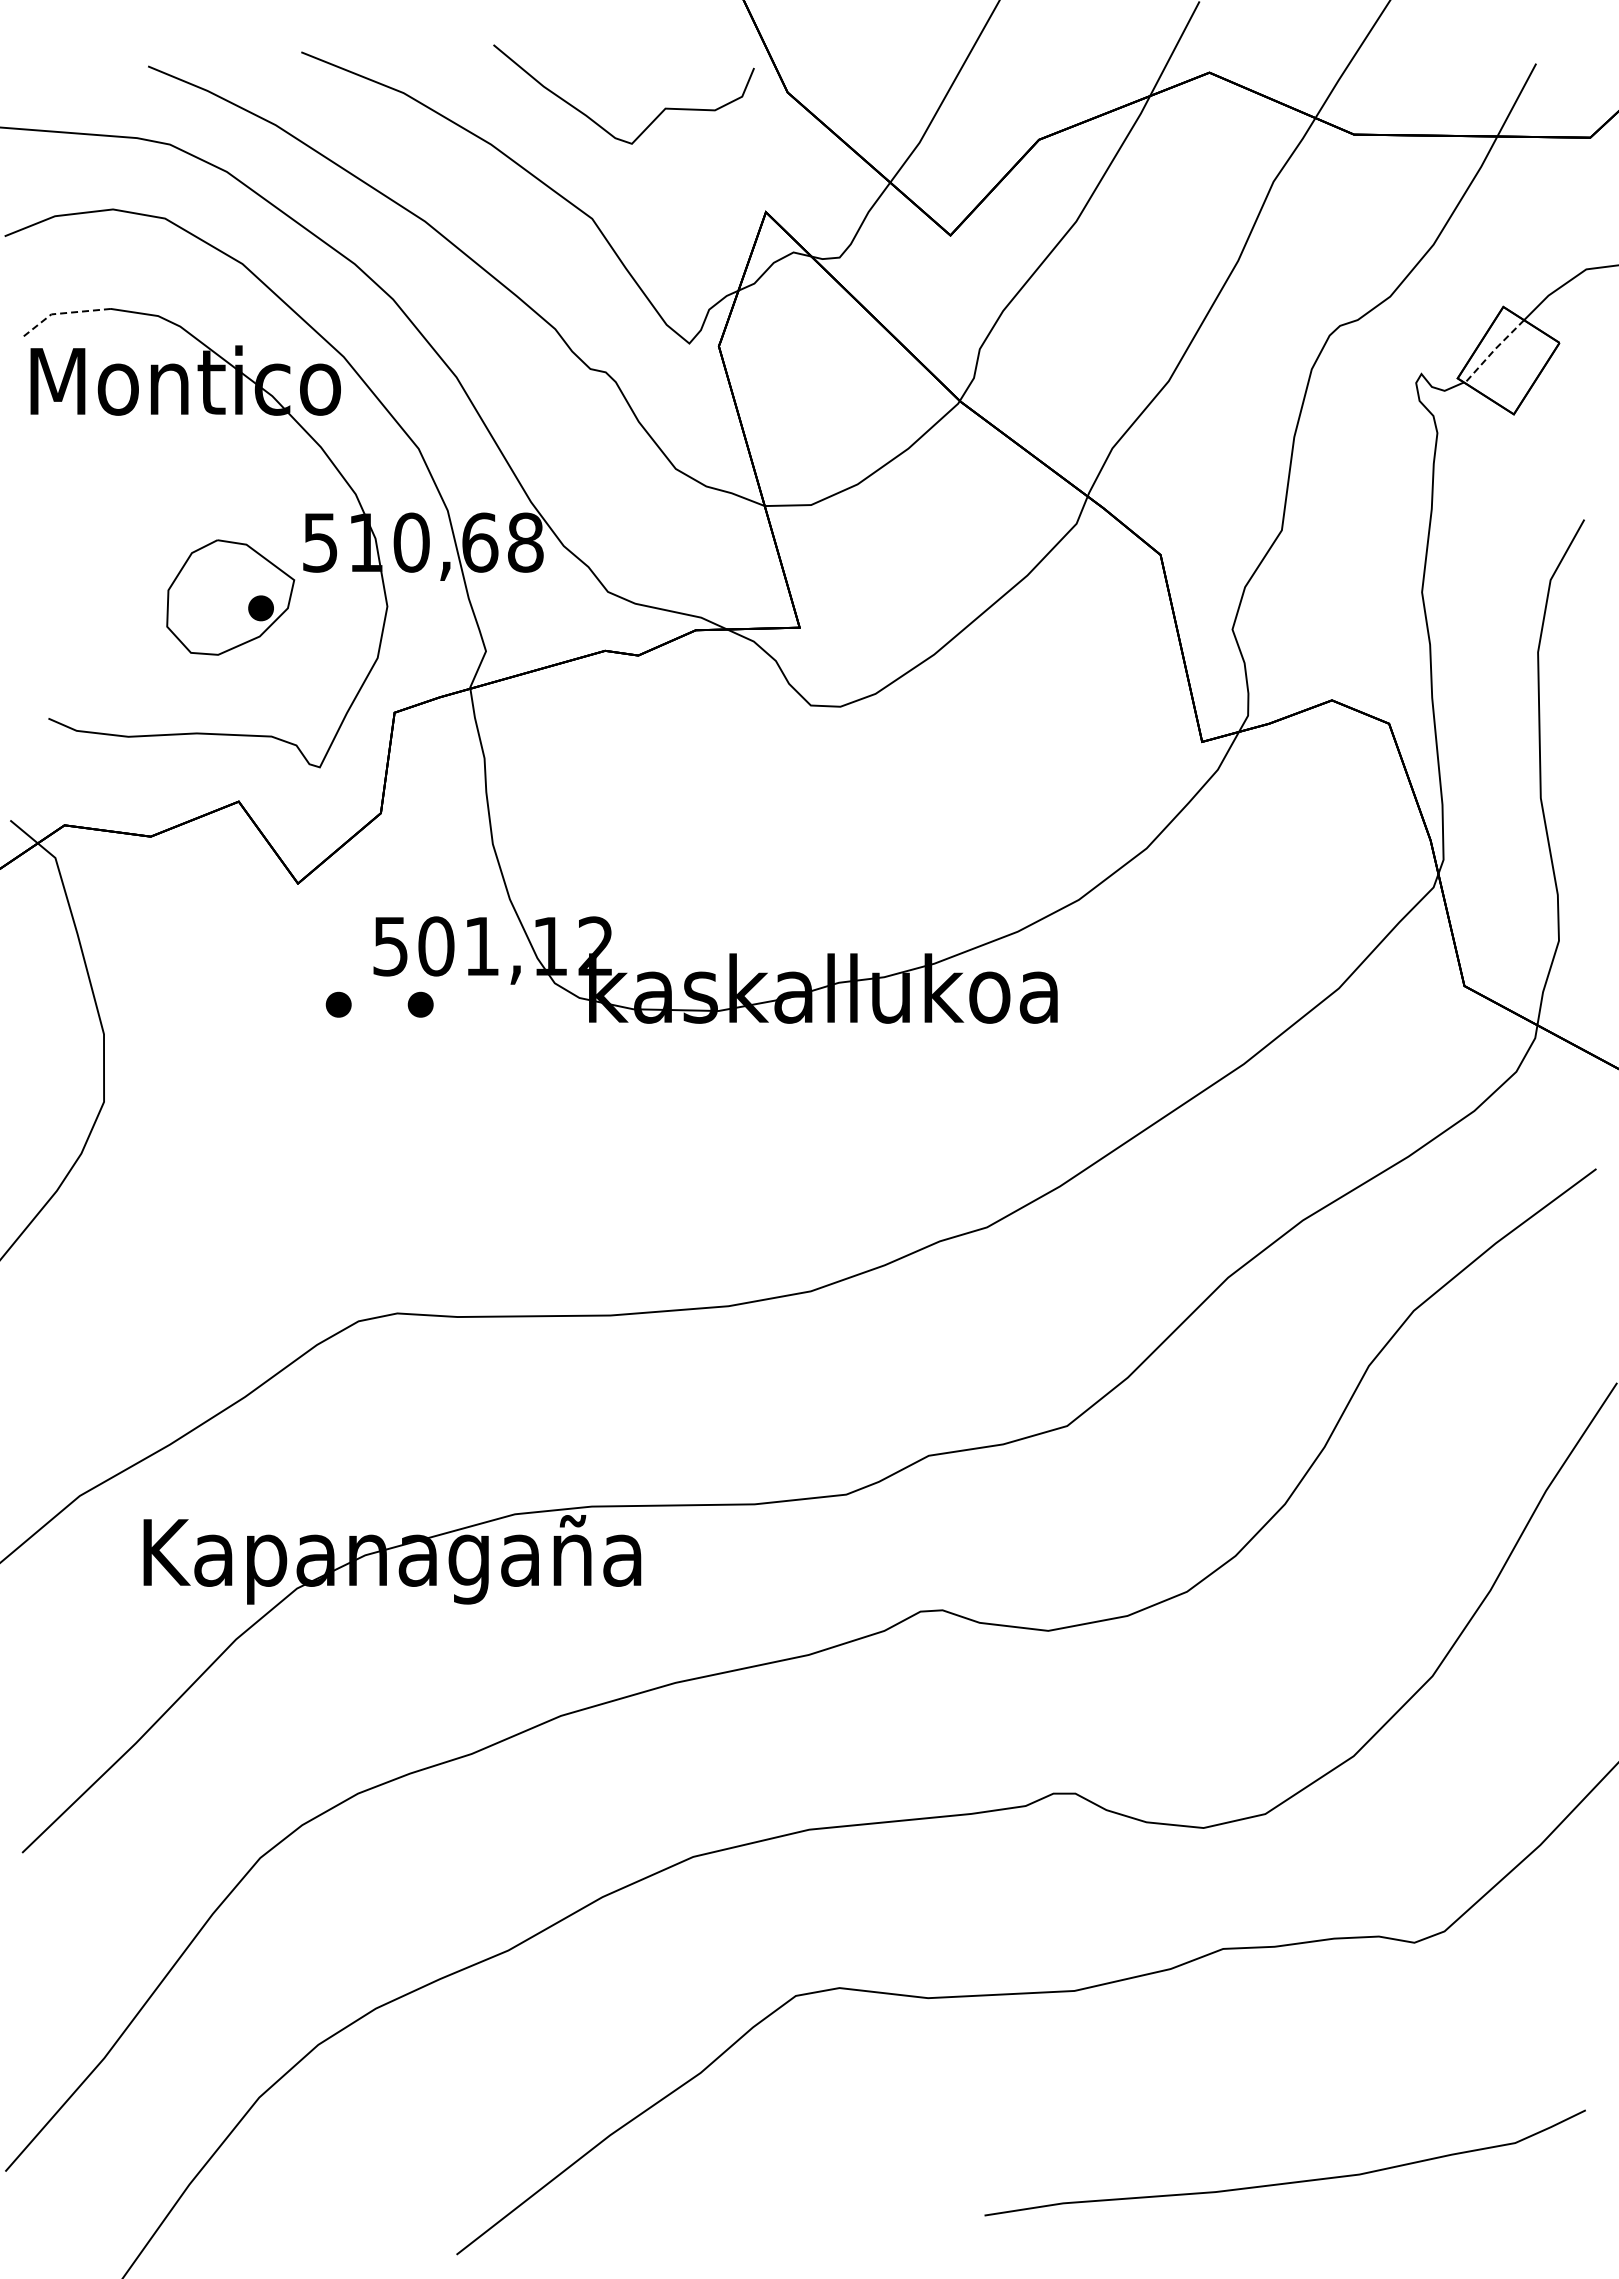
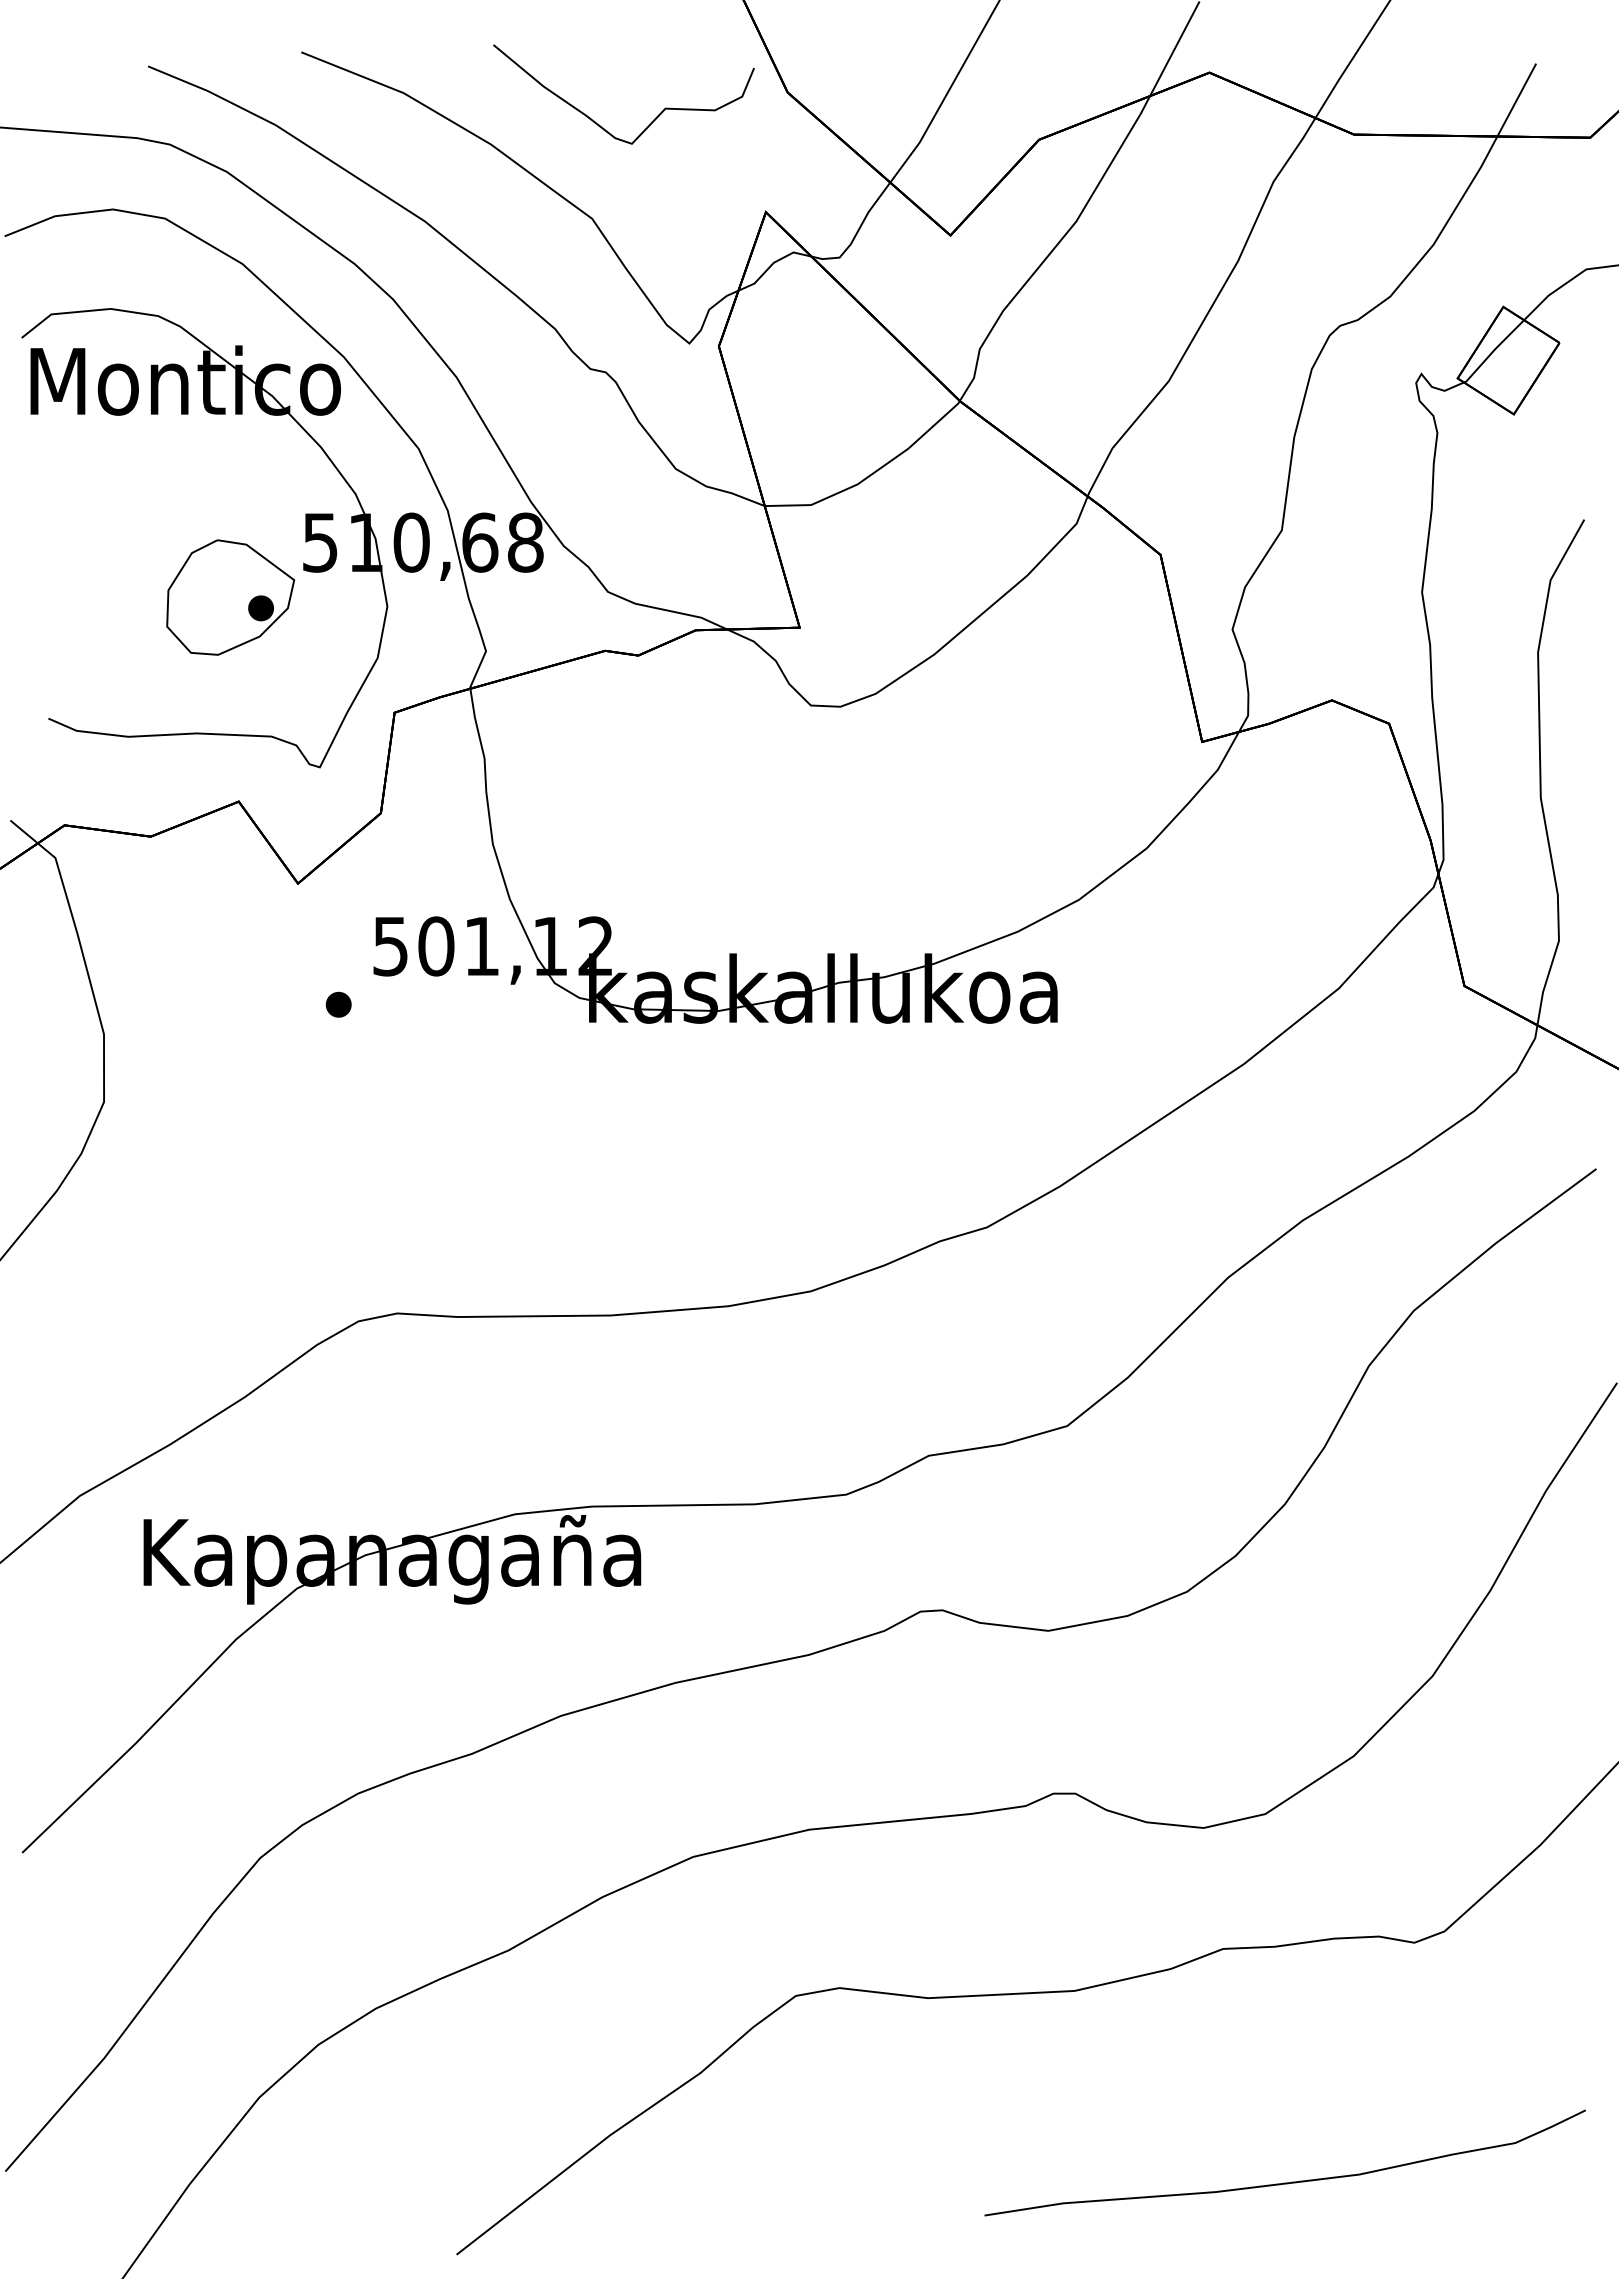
line at (61, 313): dashed -> solid
line at (1493, 351): dashed -> solid
part at (420, 1004): present -> none
